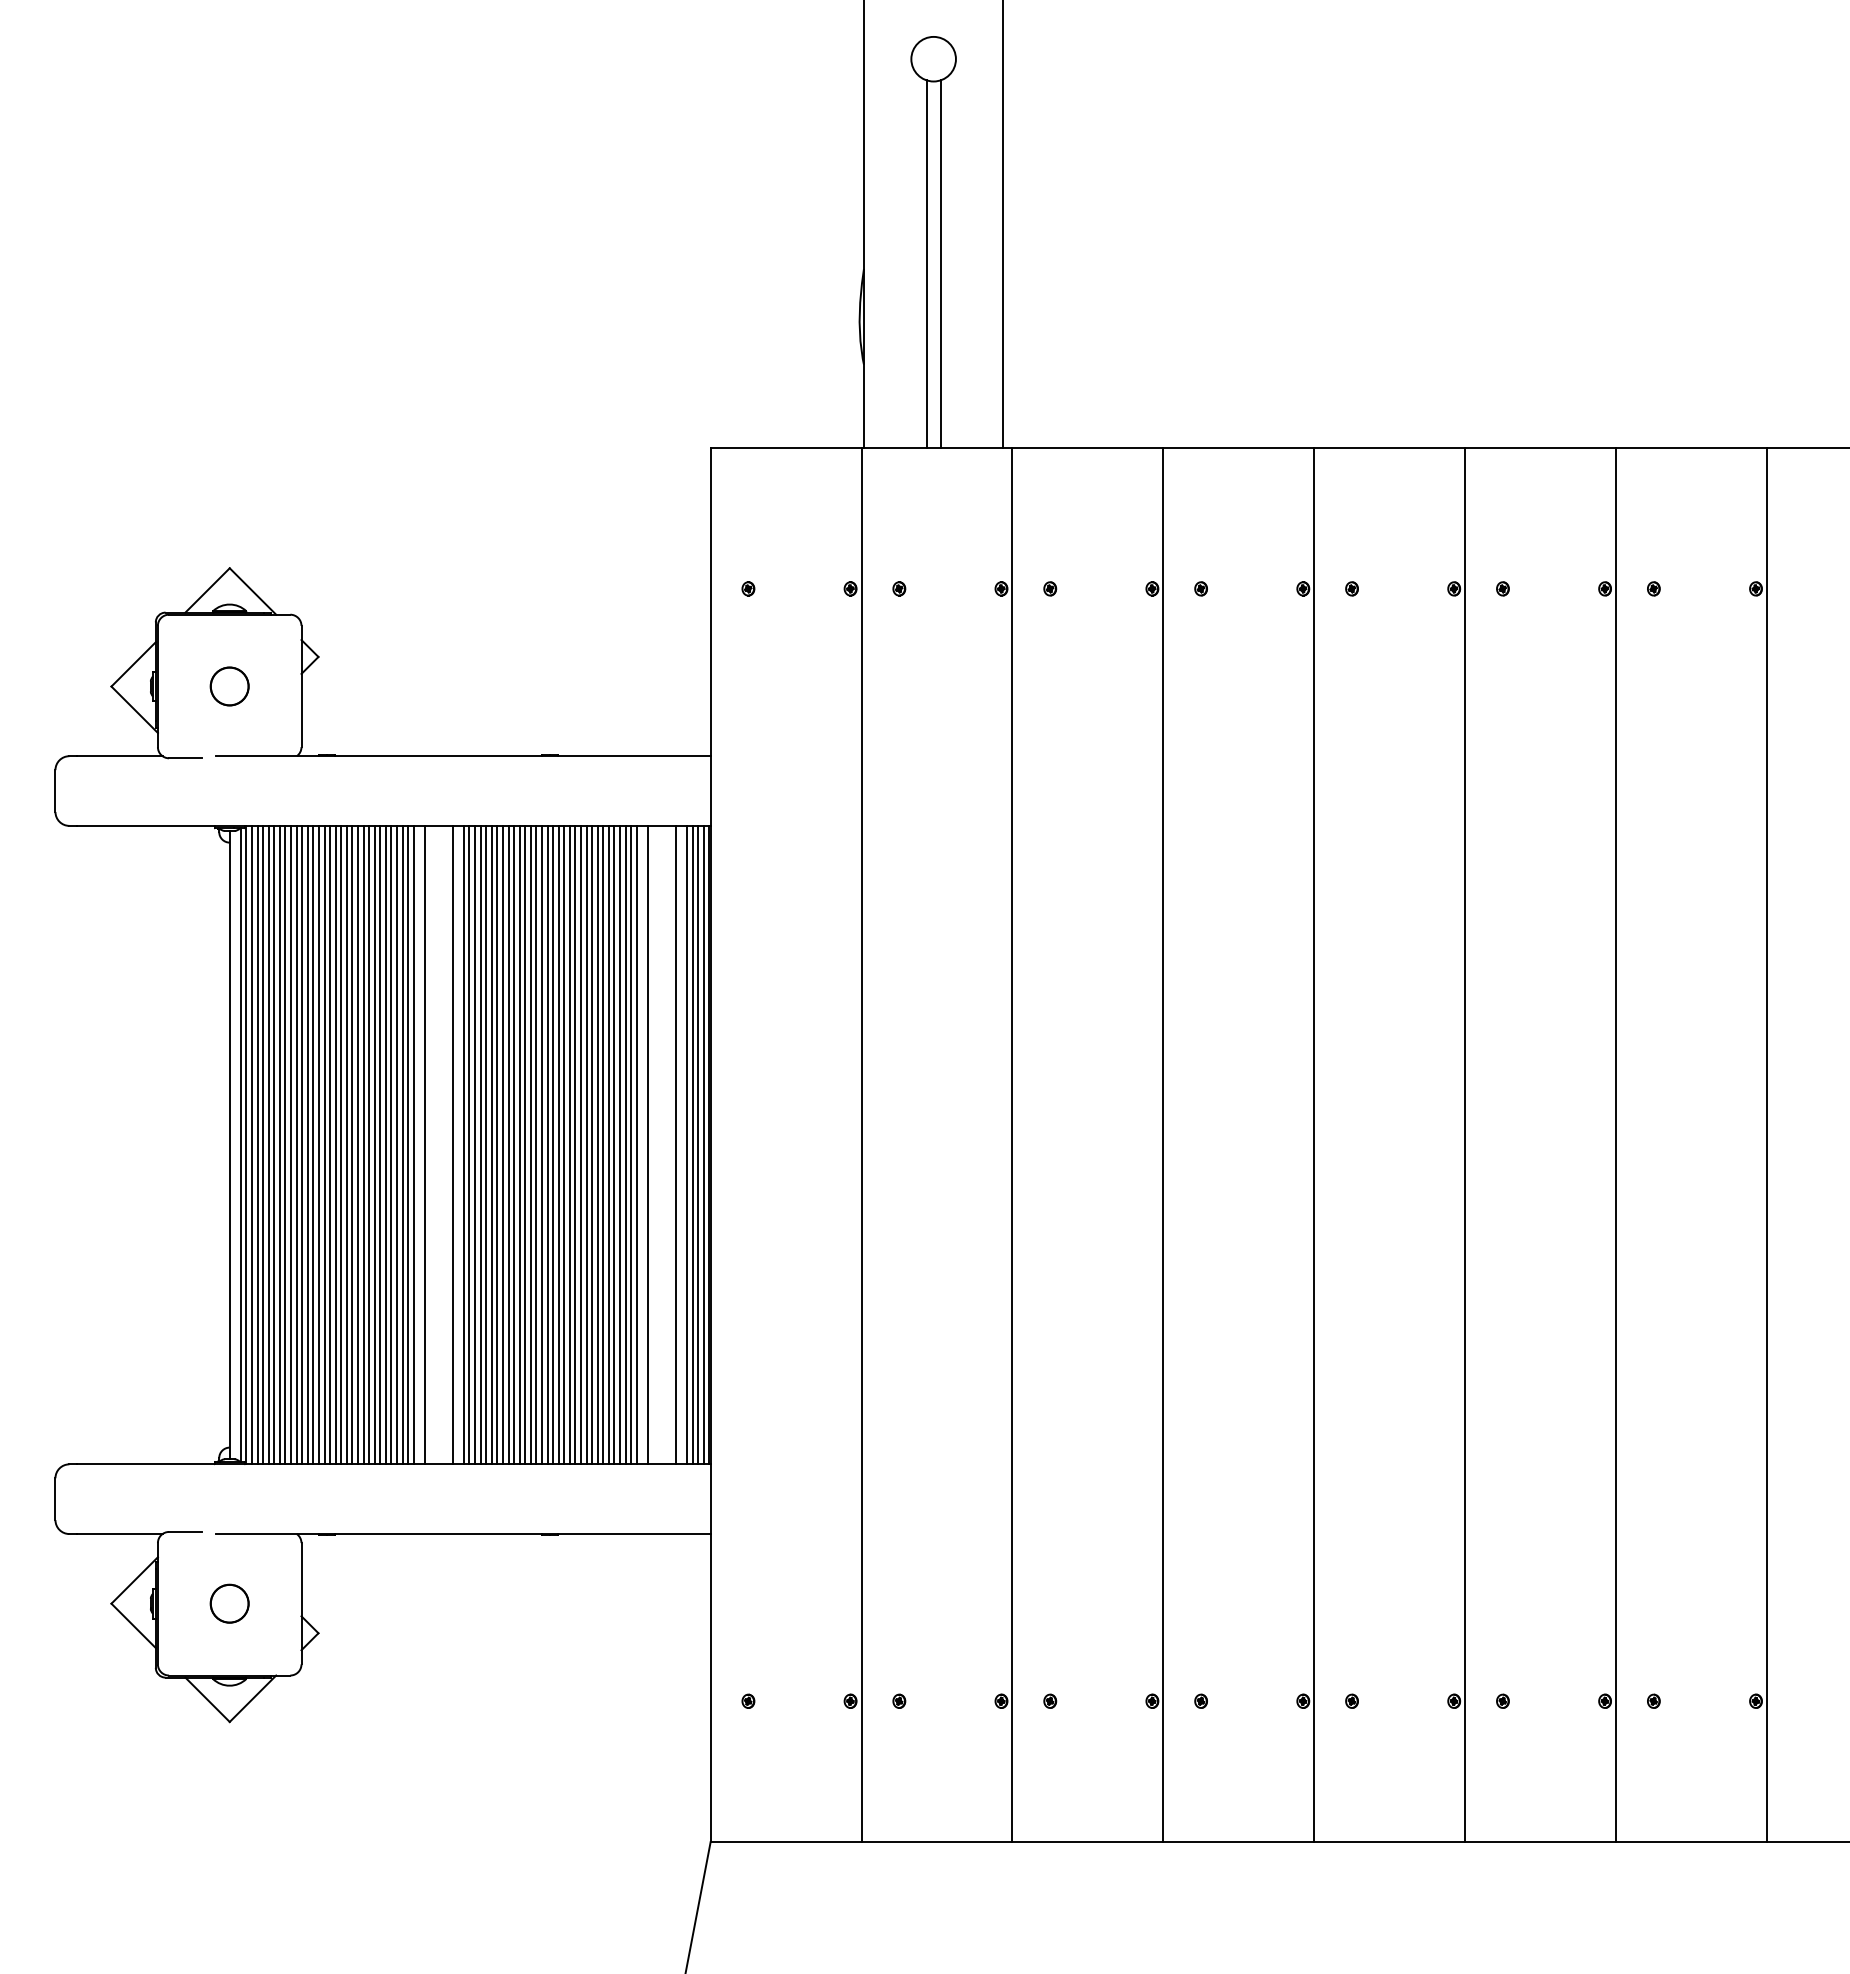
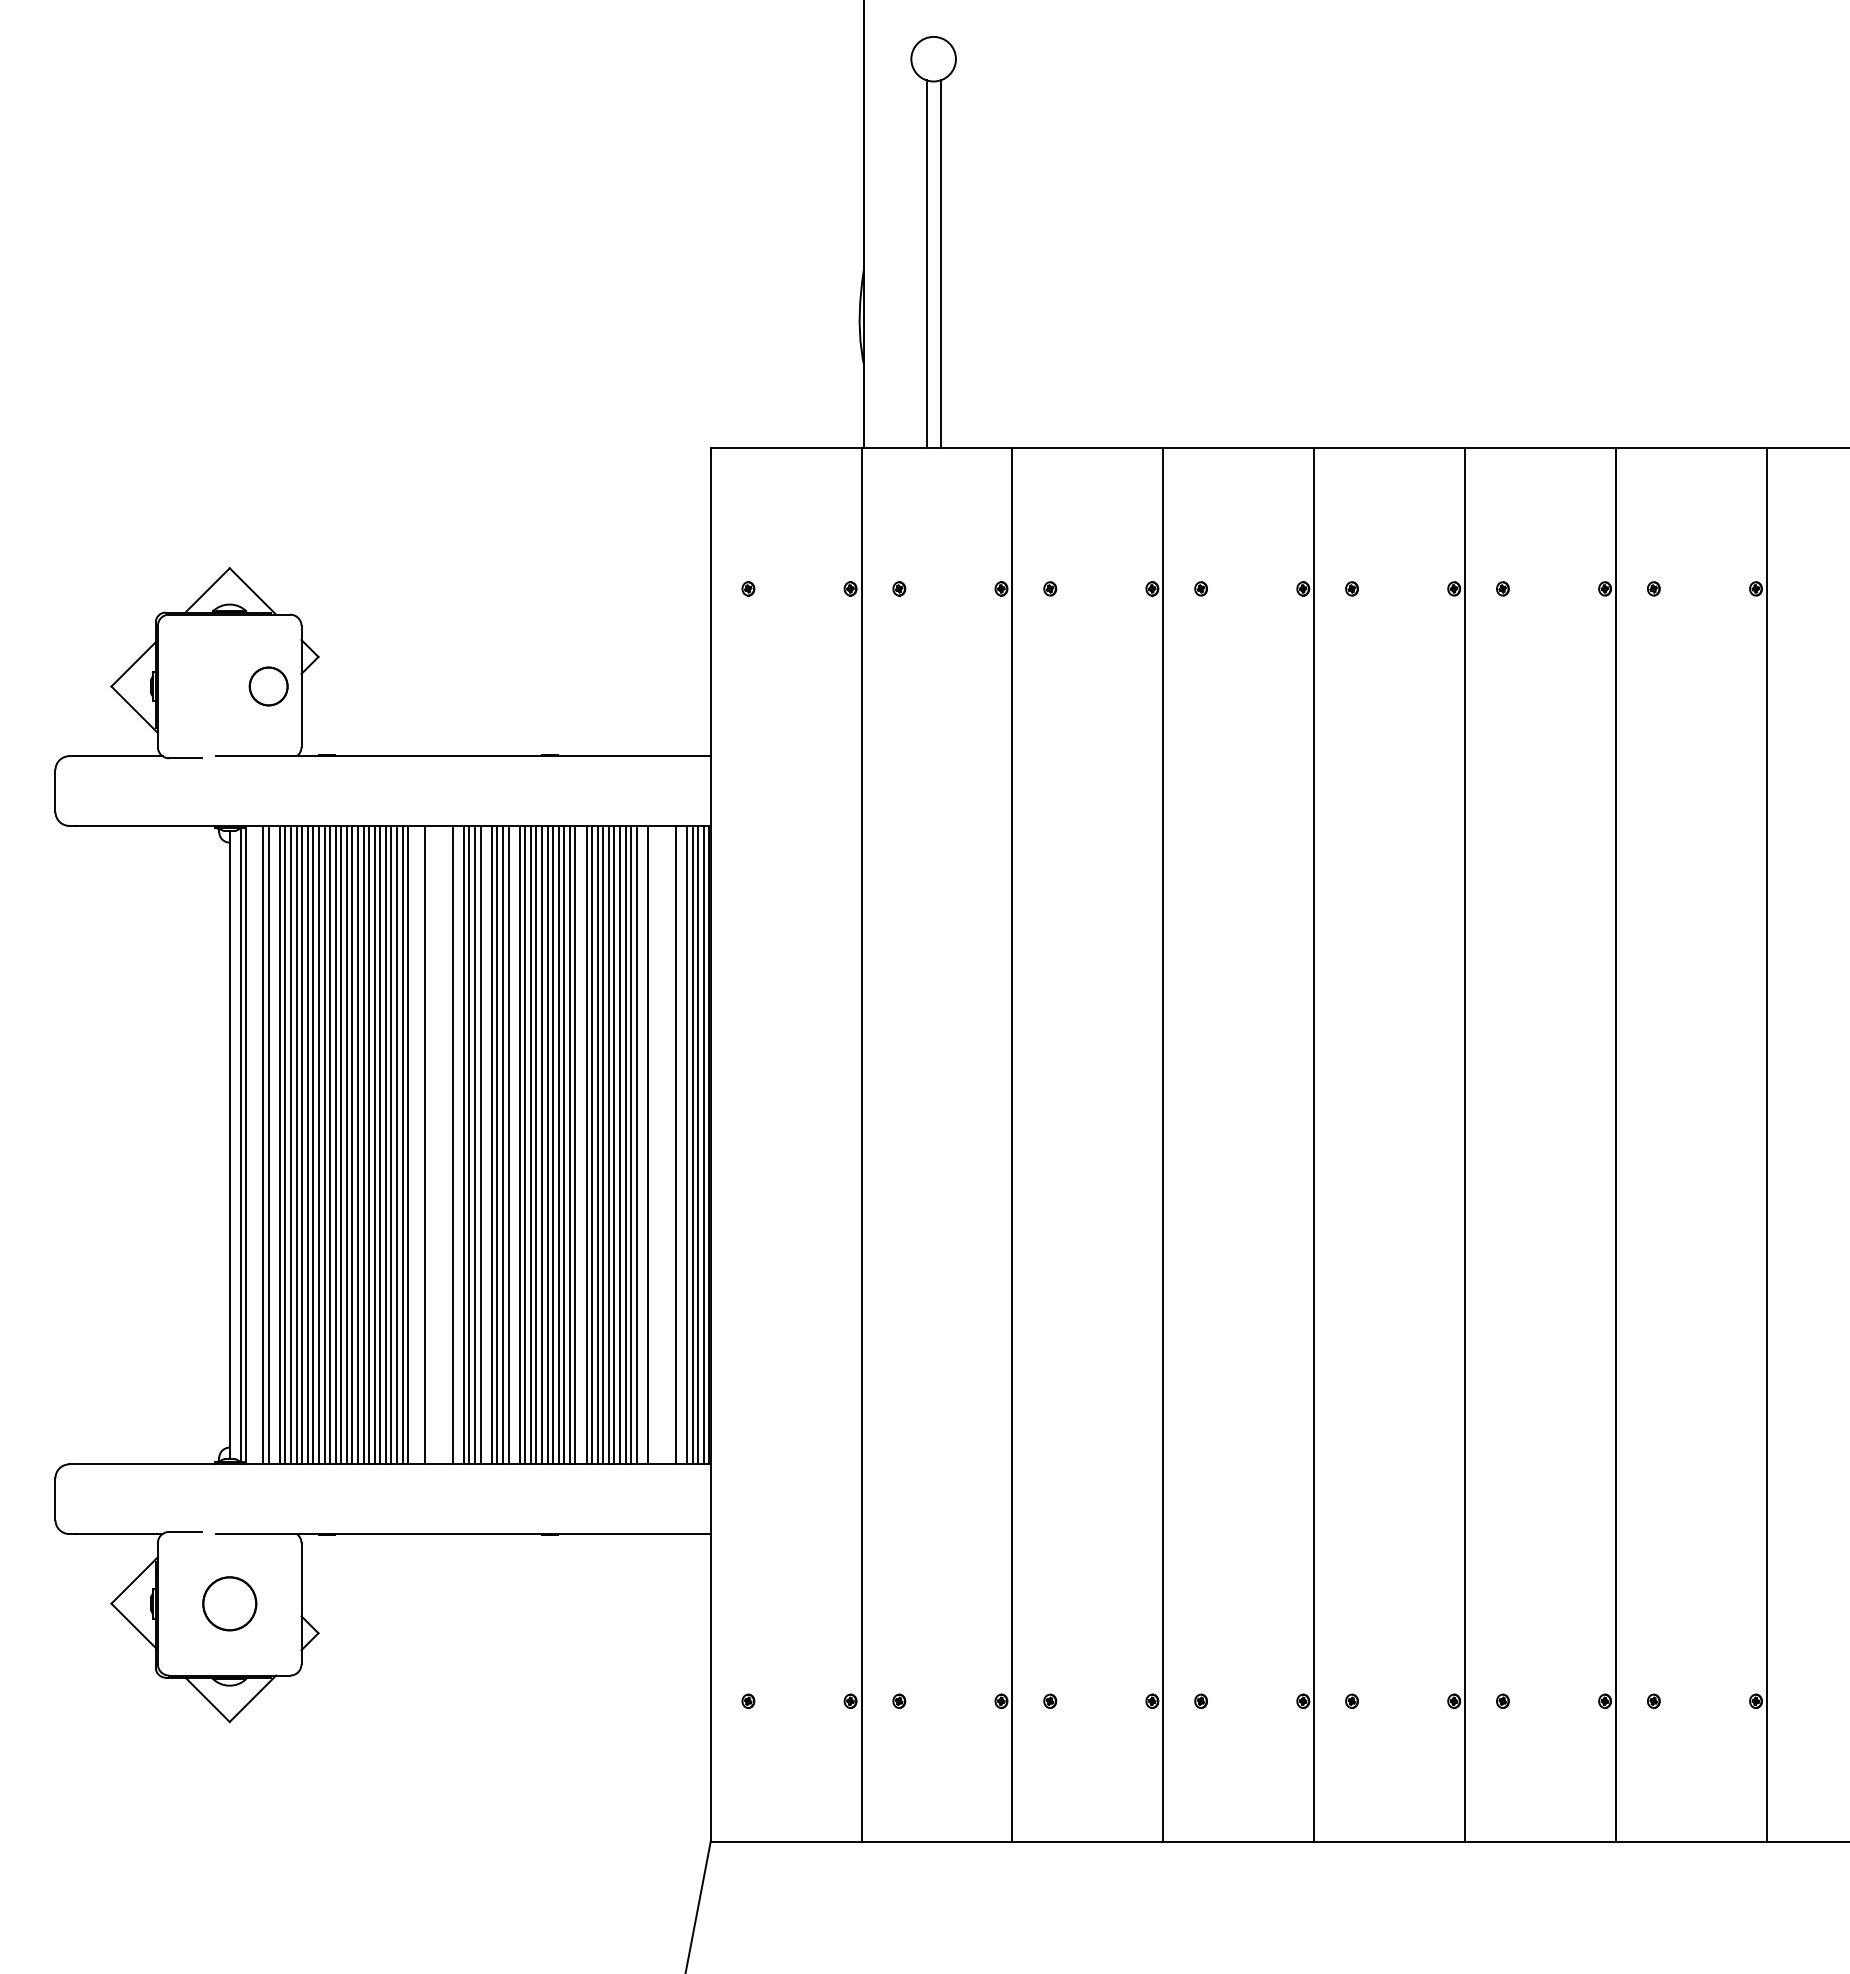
line at (1003, 225): present -> none
circle at (229, 686) position: (229, 686) -> (268, 686)
line at (252, 1144): present -> none
line at (257, 1144): present -> none
line at (274, 1144): present -> none
line at (413, 1144): present -> none
line at (486, 1144): present -> none
line at (514, 1144): present -> none
line at (580, 1144): present -> none
circle at (229, 1603) size: 41x41 px -> 56x56 px
